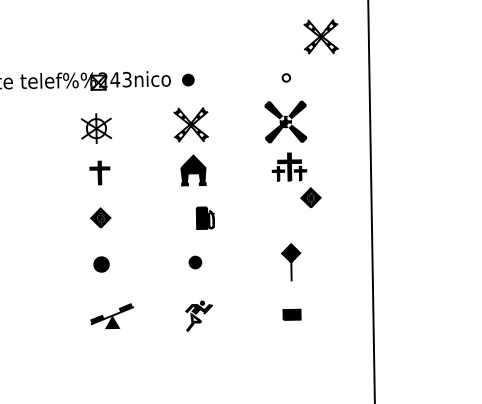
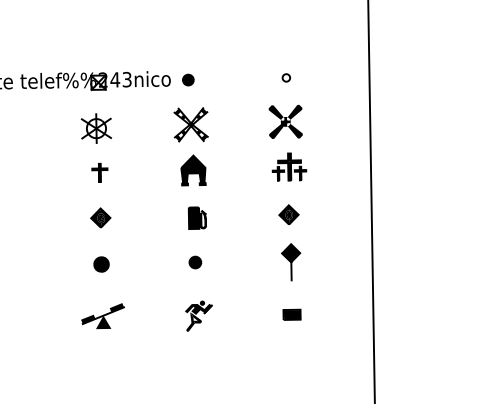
part at (320, 36): present -> none
part at (285, 121) size: 44x44 px -> 35x35 px
part at (99, 172) size: 22x26 px -> 18x21 px
part at (310, 197) position: (310, 197) -> (288, 214)
part at (204, 217) position: (204, 217) -> (196, 217)
part at (111, 316) position: (111, 316) -> (102, 316)
